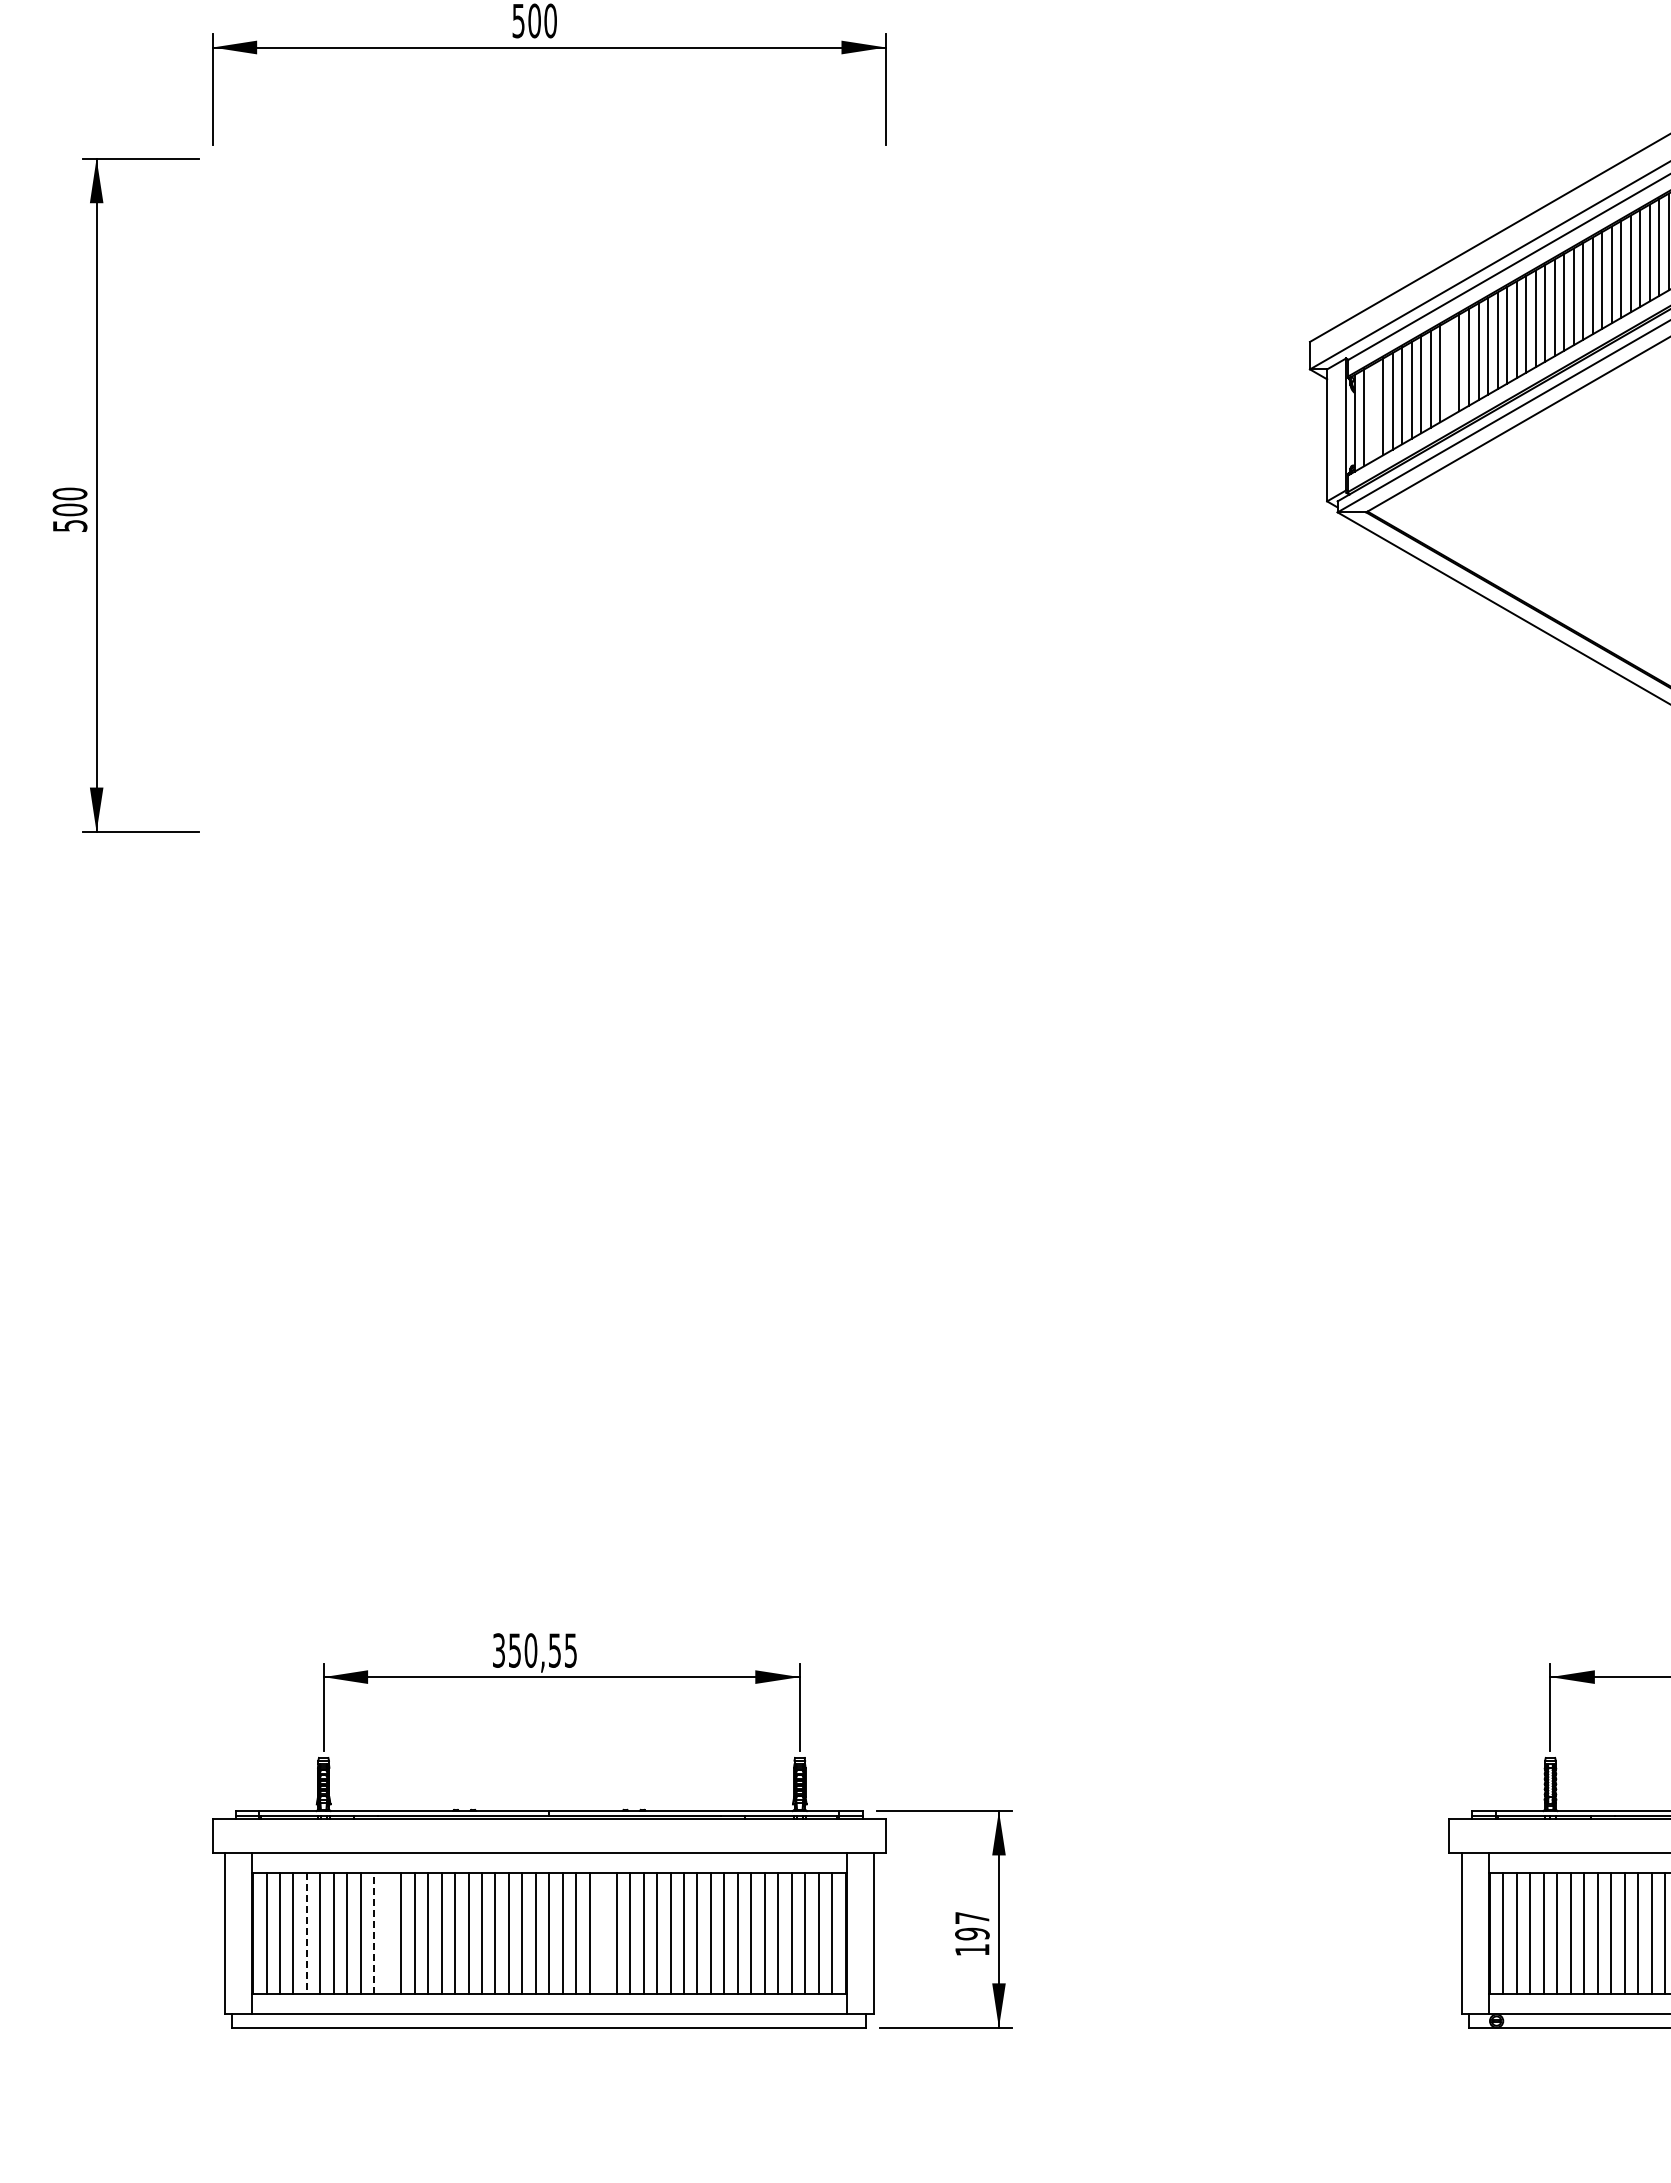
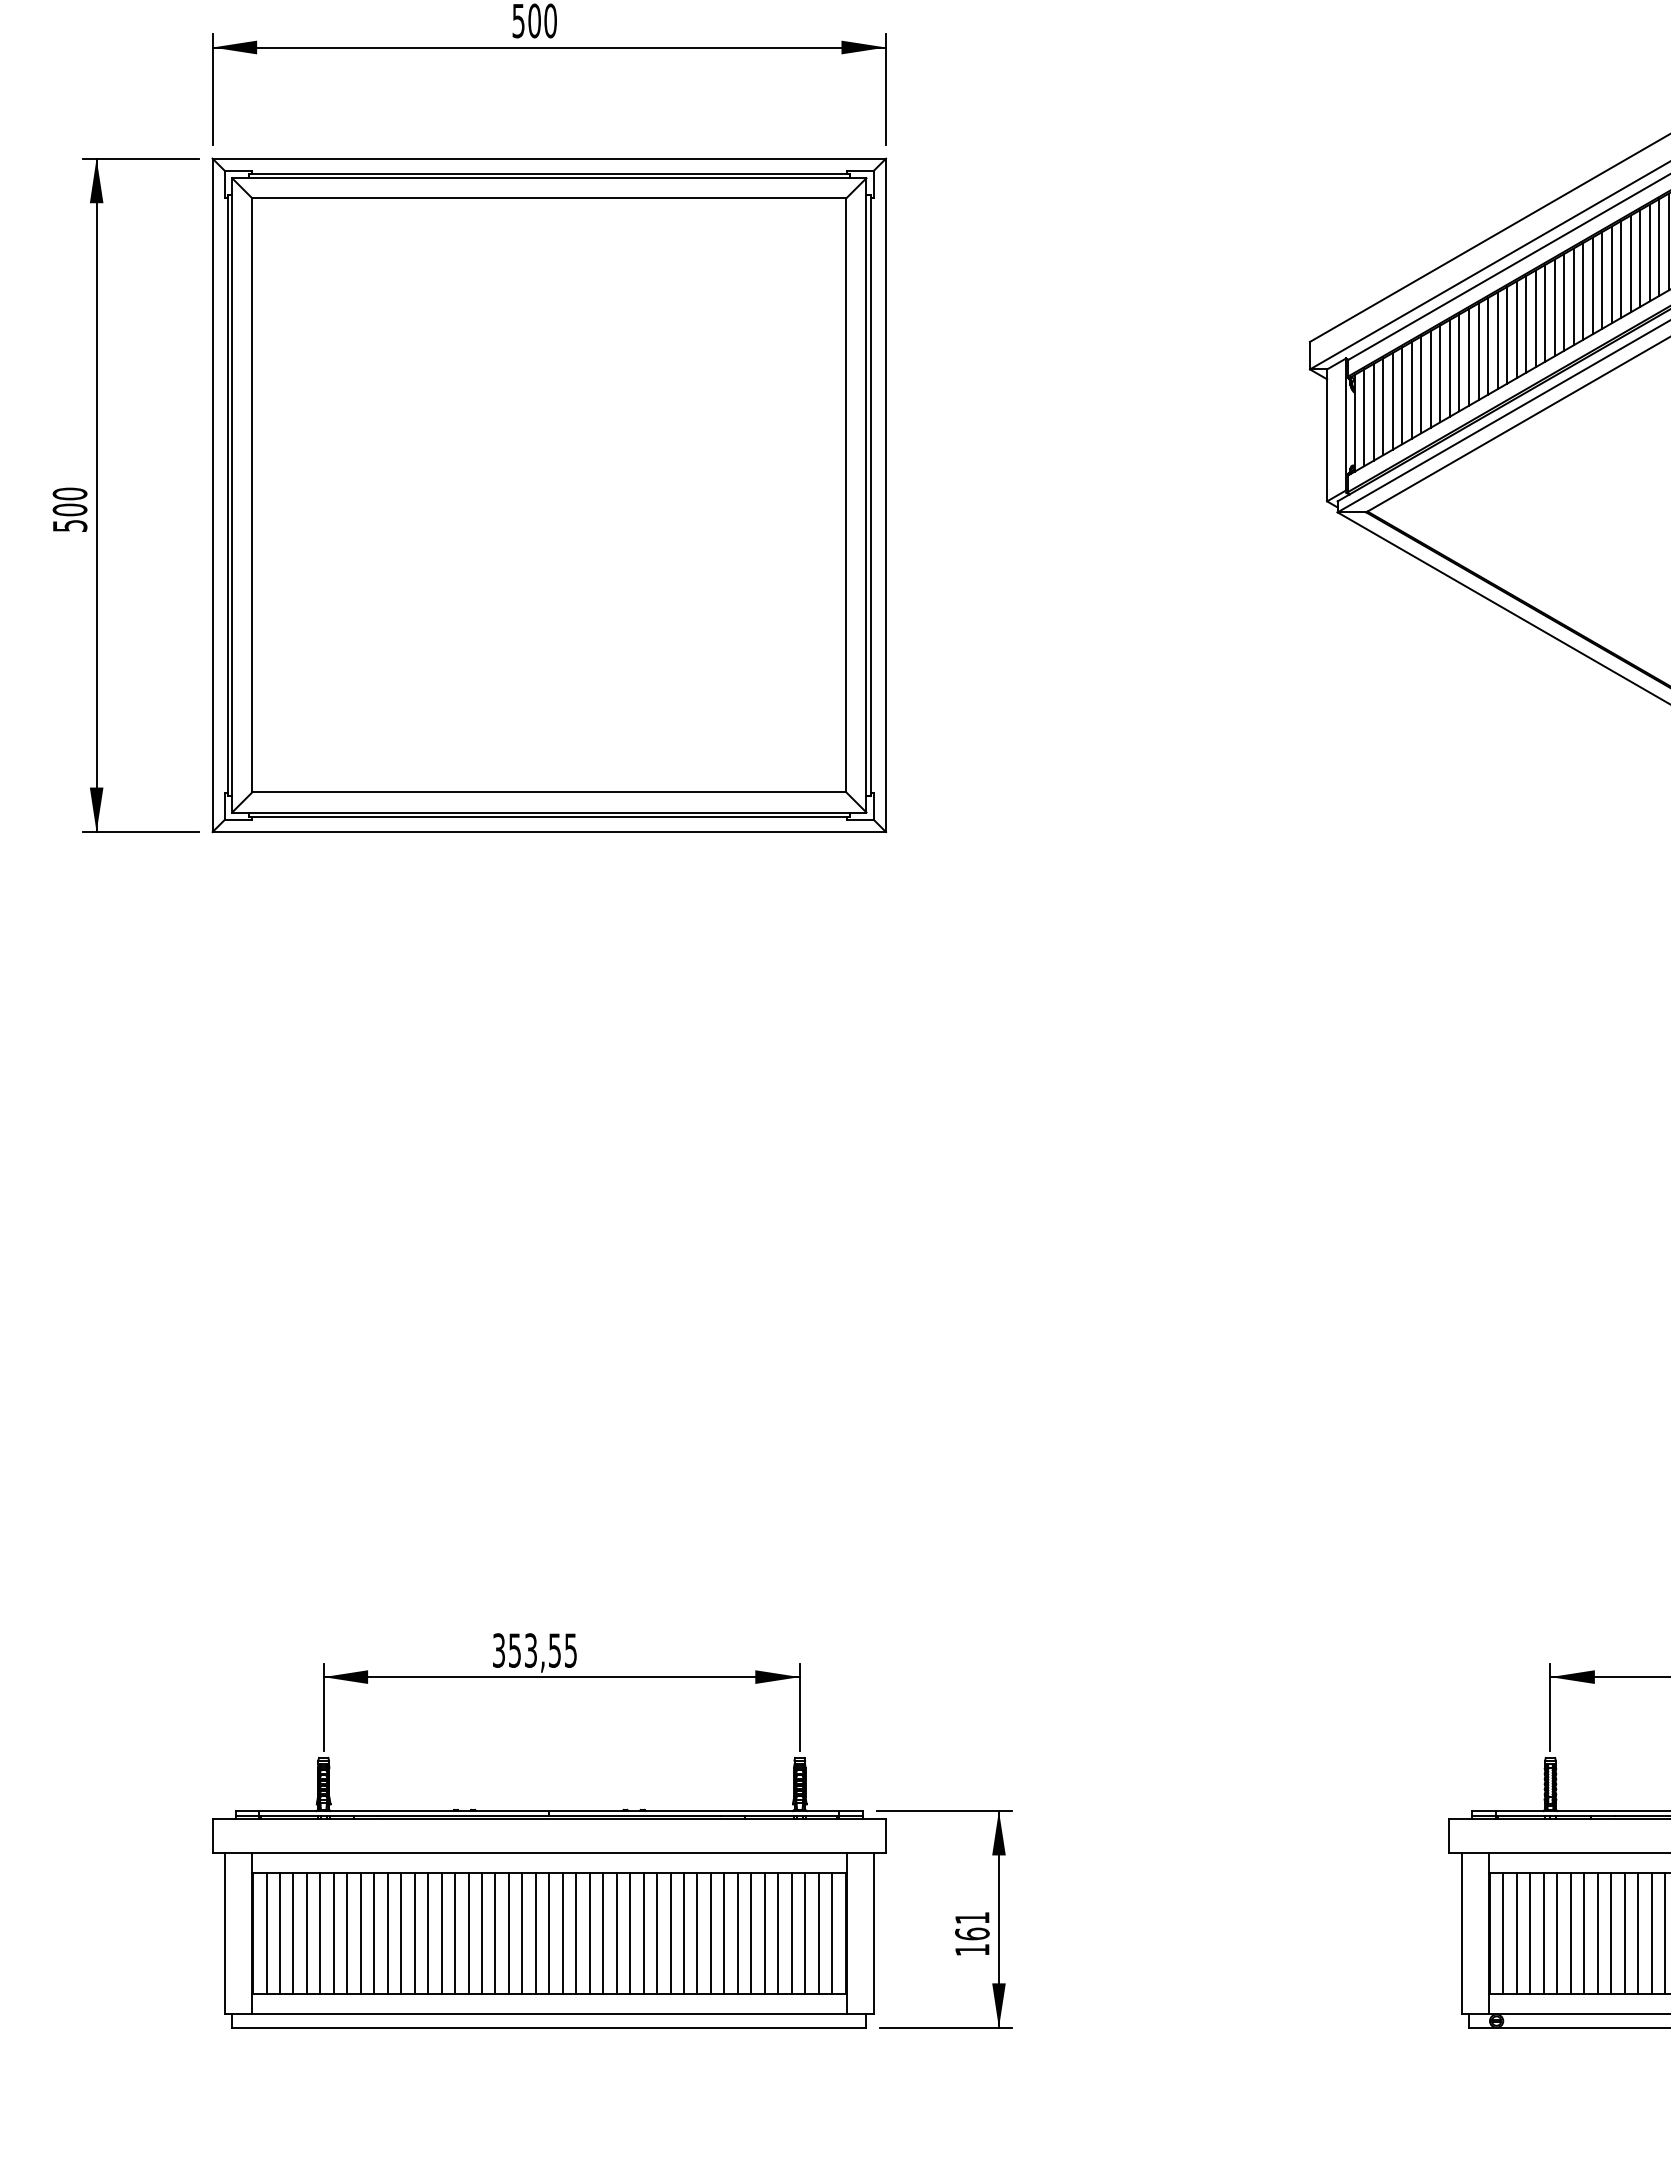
line at (1449, 367): none -> present
line at (1373, 411): none -> present
part at (549, 495): none -> present
text at (530, 1650): 350,55 -> 353,55
text at (972, 1926): 197 -> 161
line at (306, 1933): dashed -> solid
line at (374, 1933): dashed -> solid
line at (387, 1933): none -> present
line at (603, 1933): none -> present
